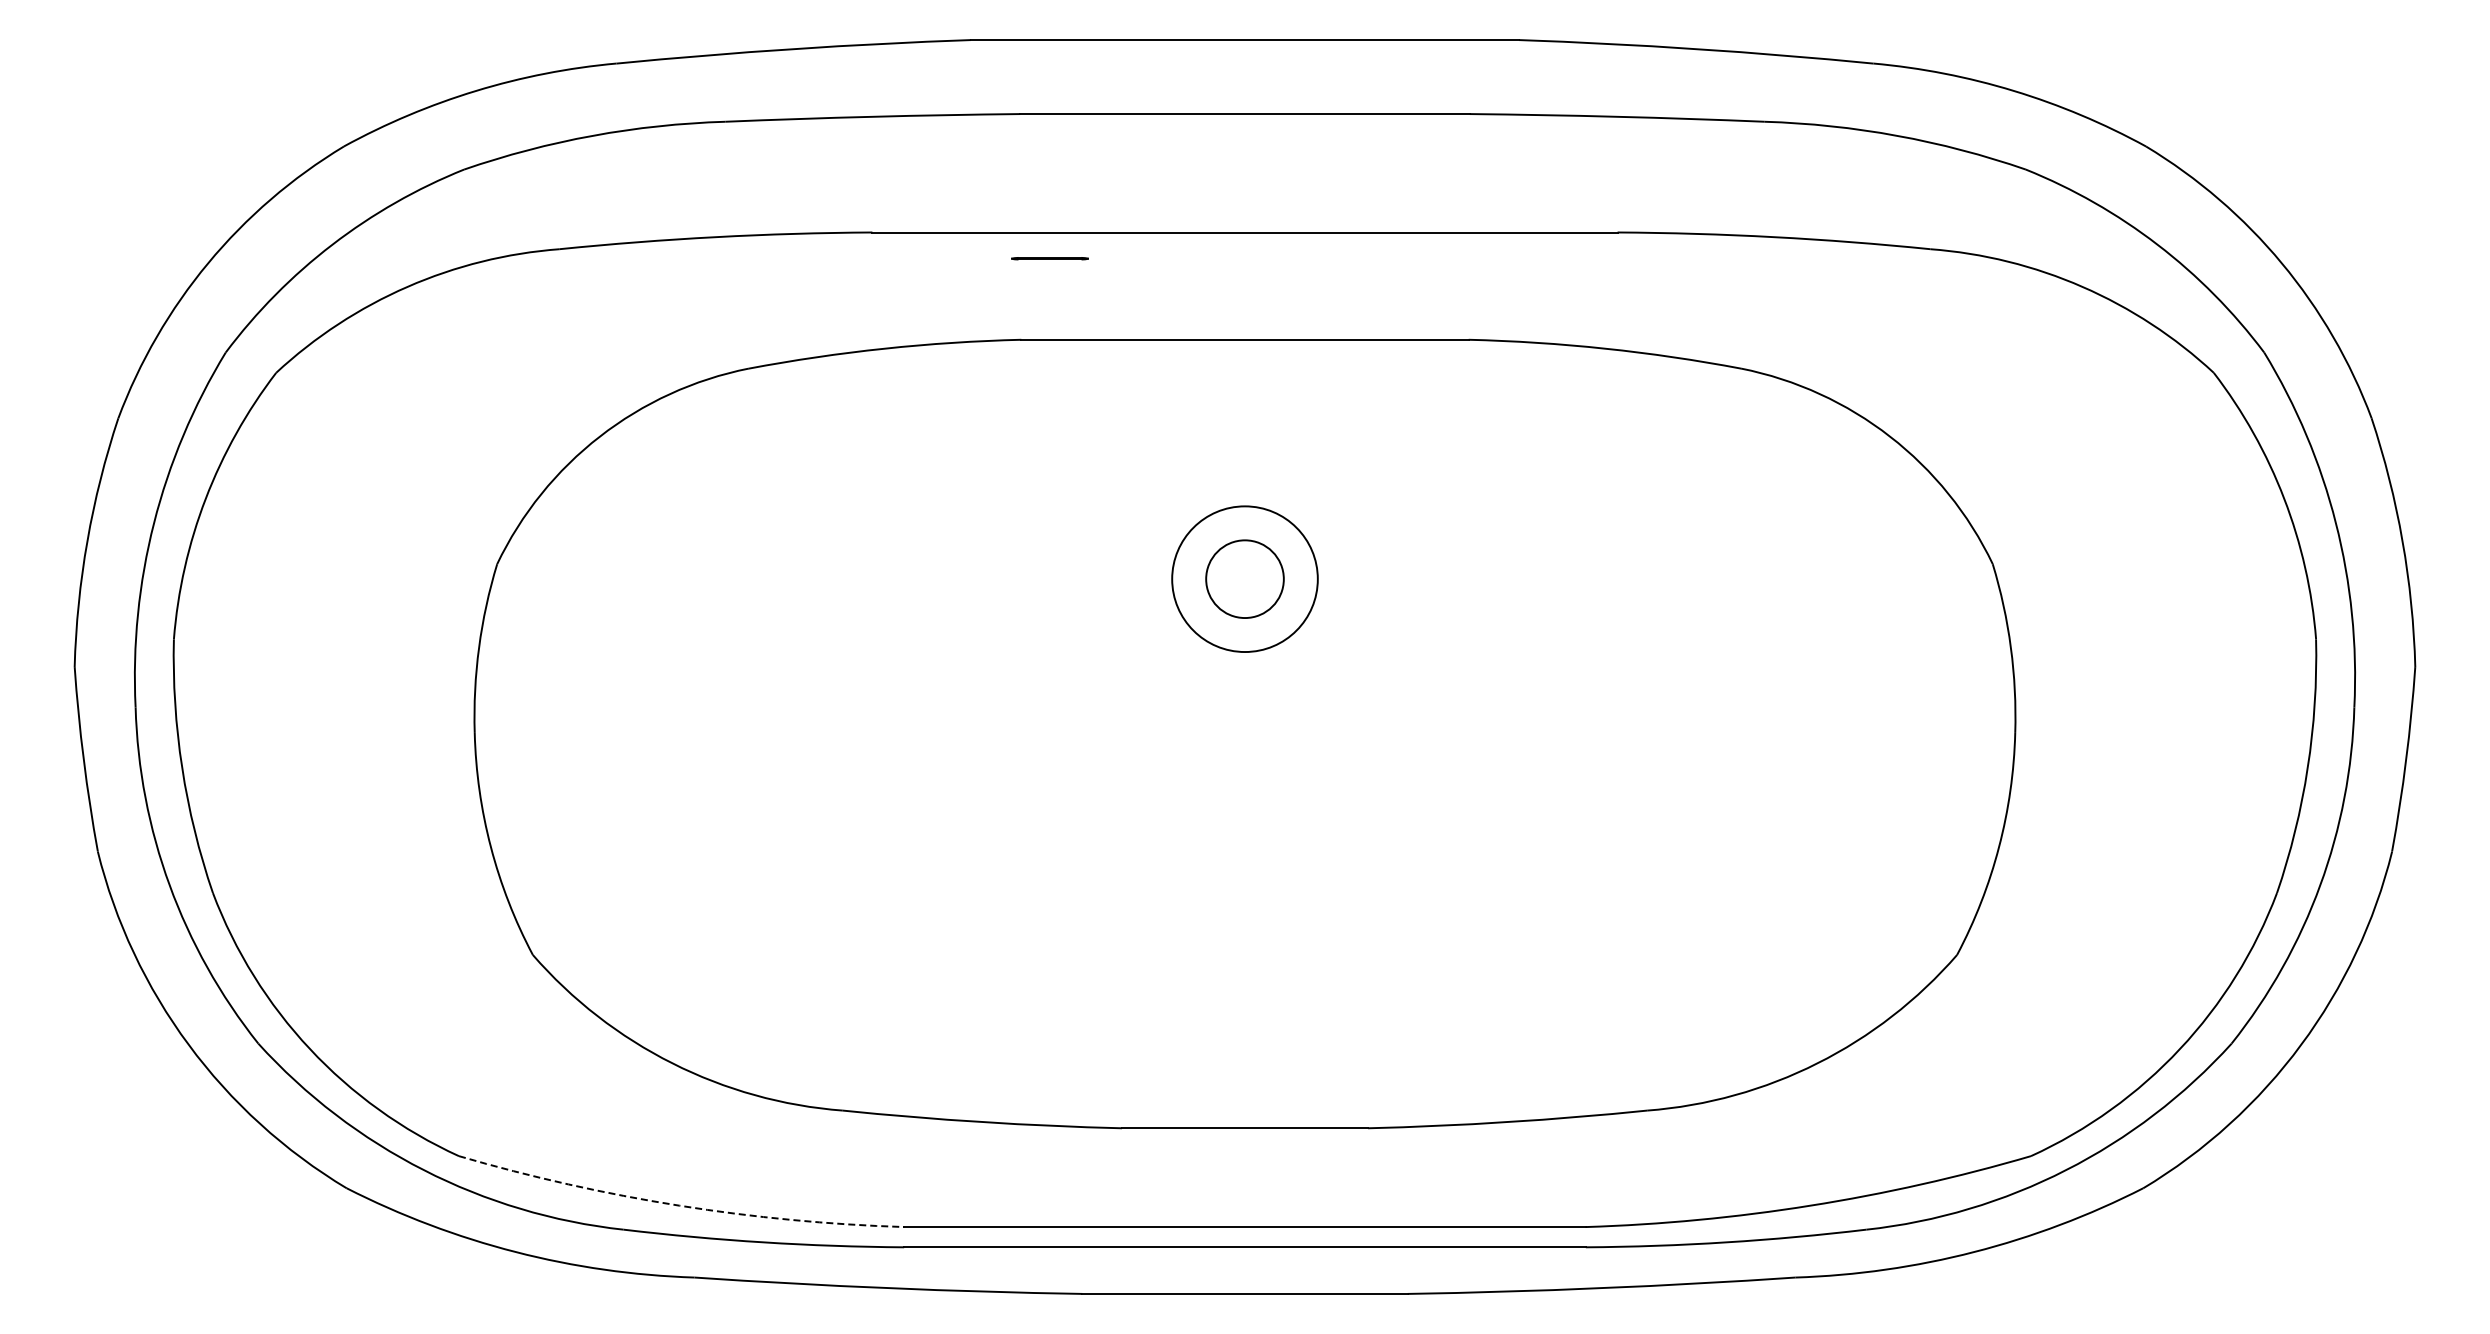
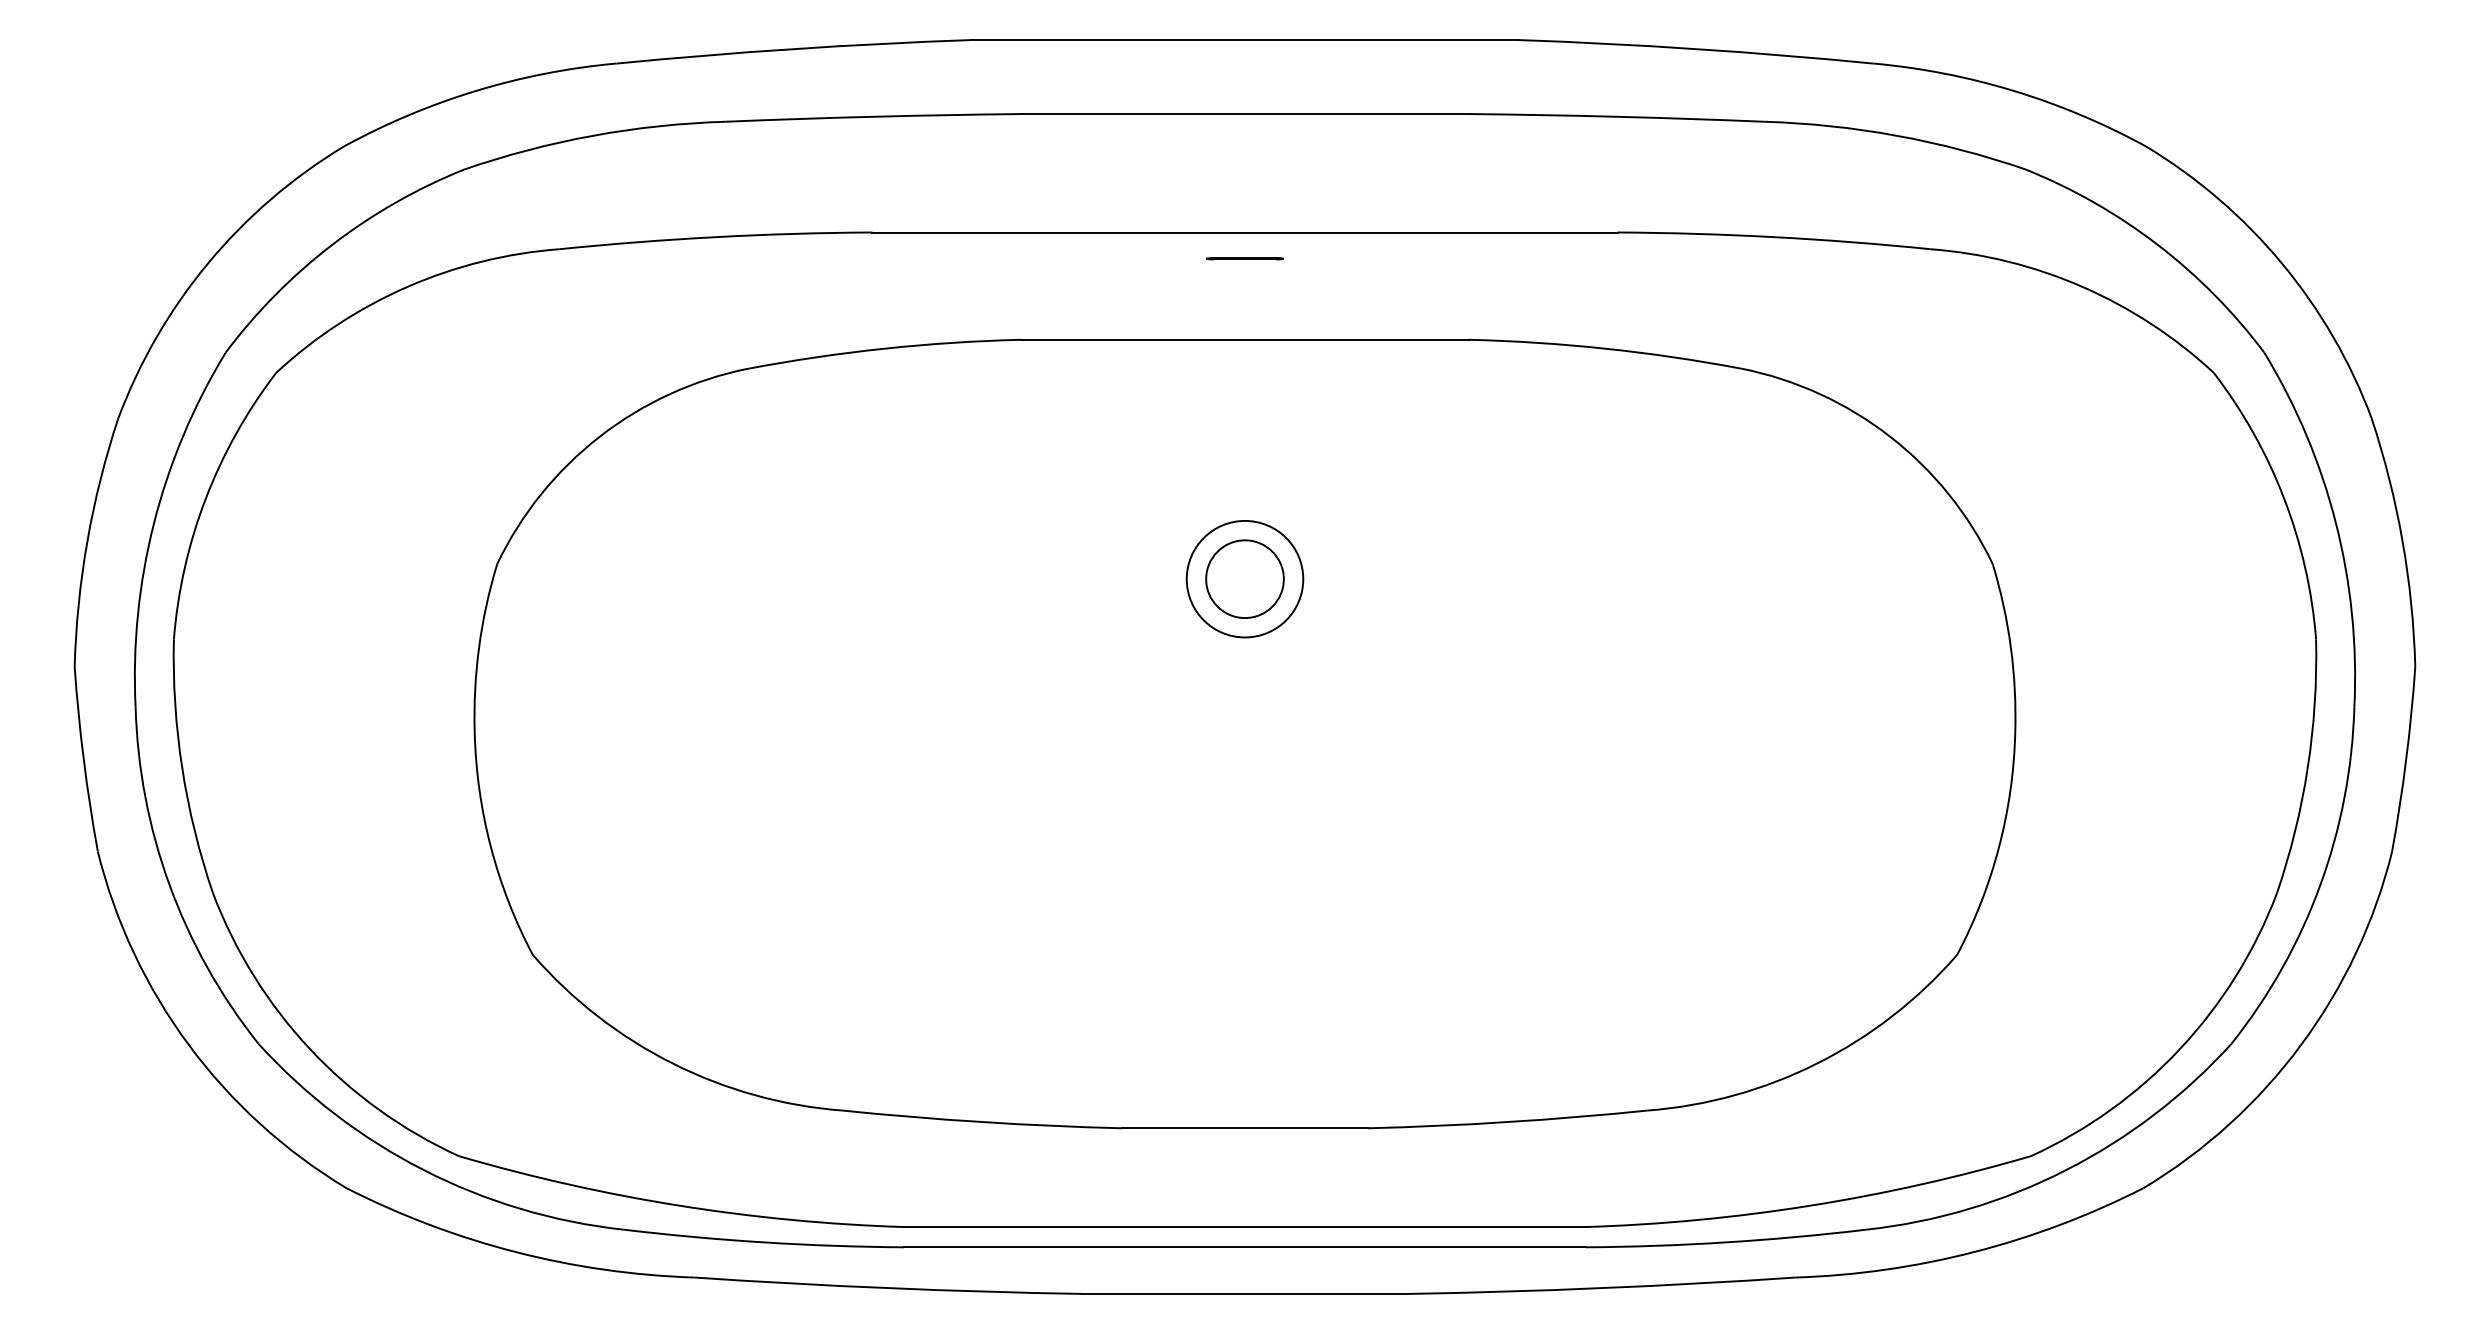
line at (1049, 258) position: (1049, 258) -> (1244, 258)
circle at (1244, 579) diameter: 146 px -> 117 px
arc at (679, 1205): dashed -> solid
